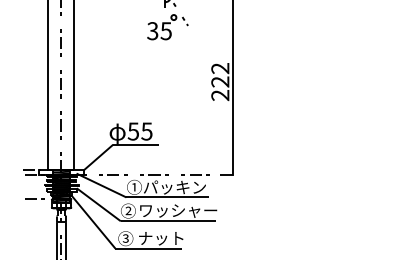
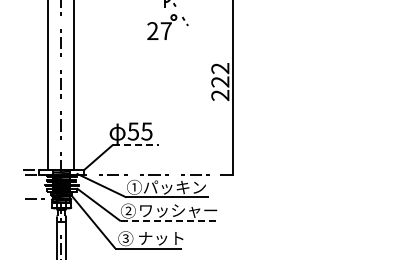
text at (159, 31): 35 -> 27
line at (136, 144): solid -> dashed
line at (168, 221): solid -> dashed
